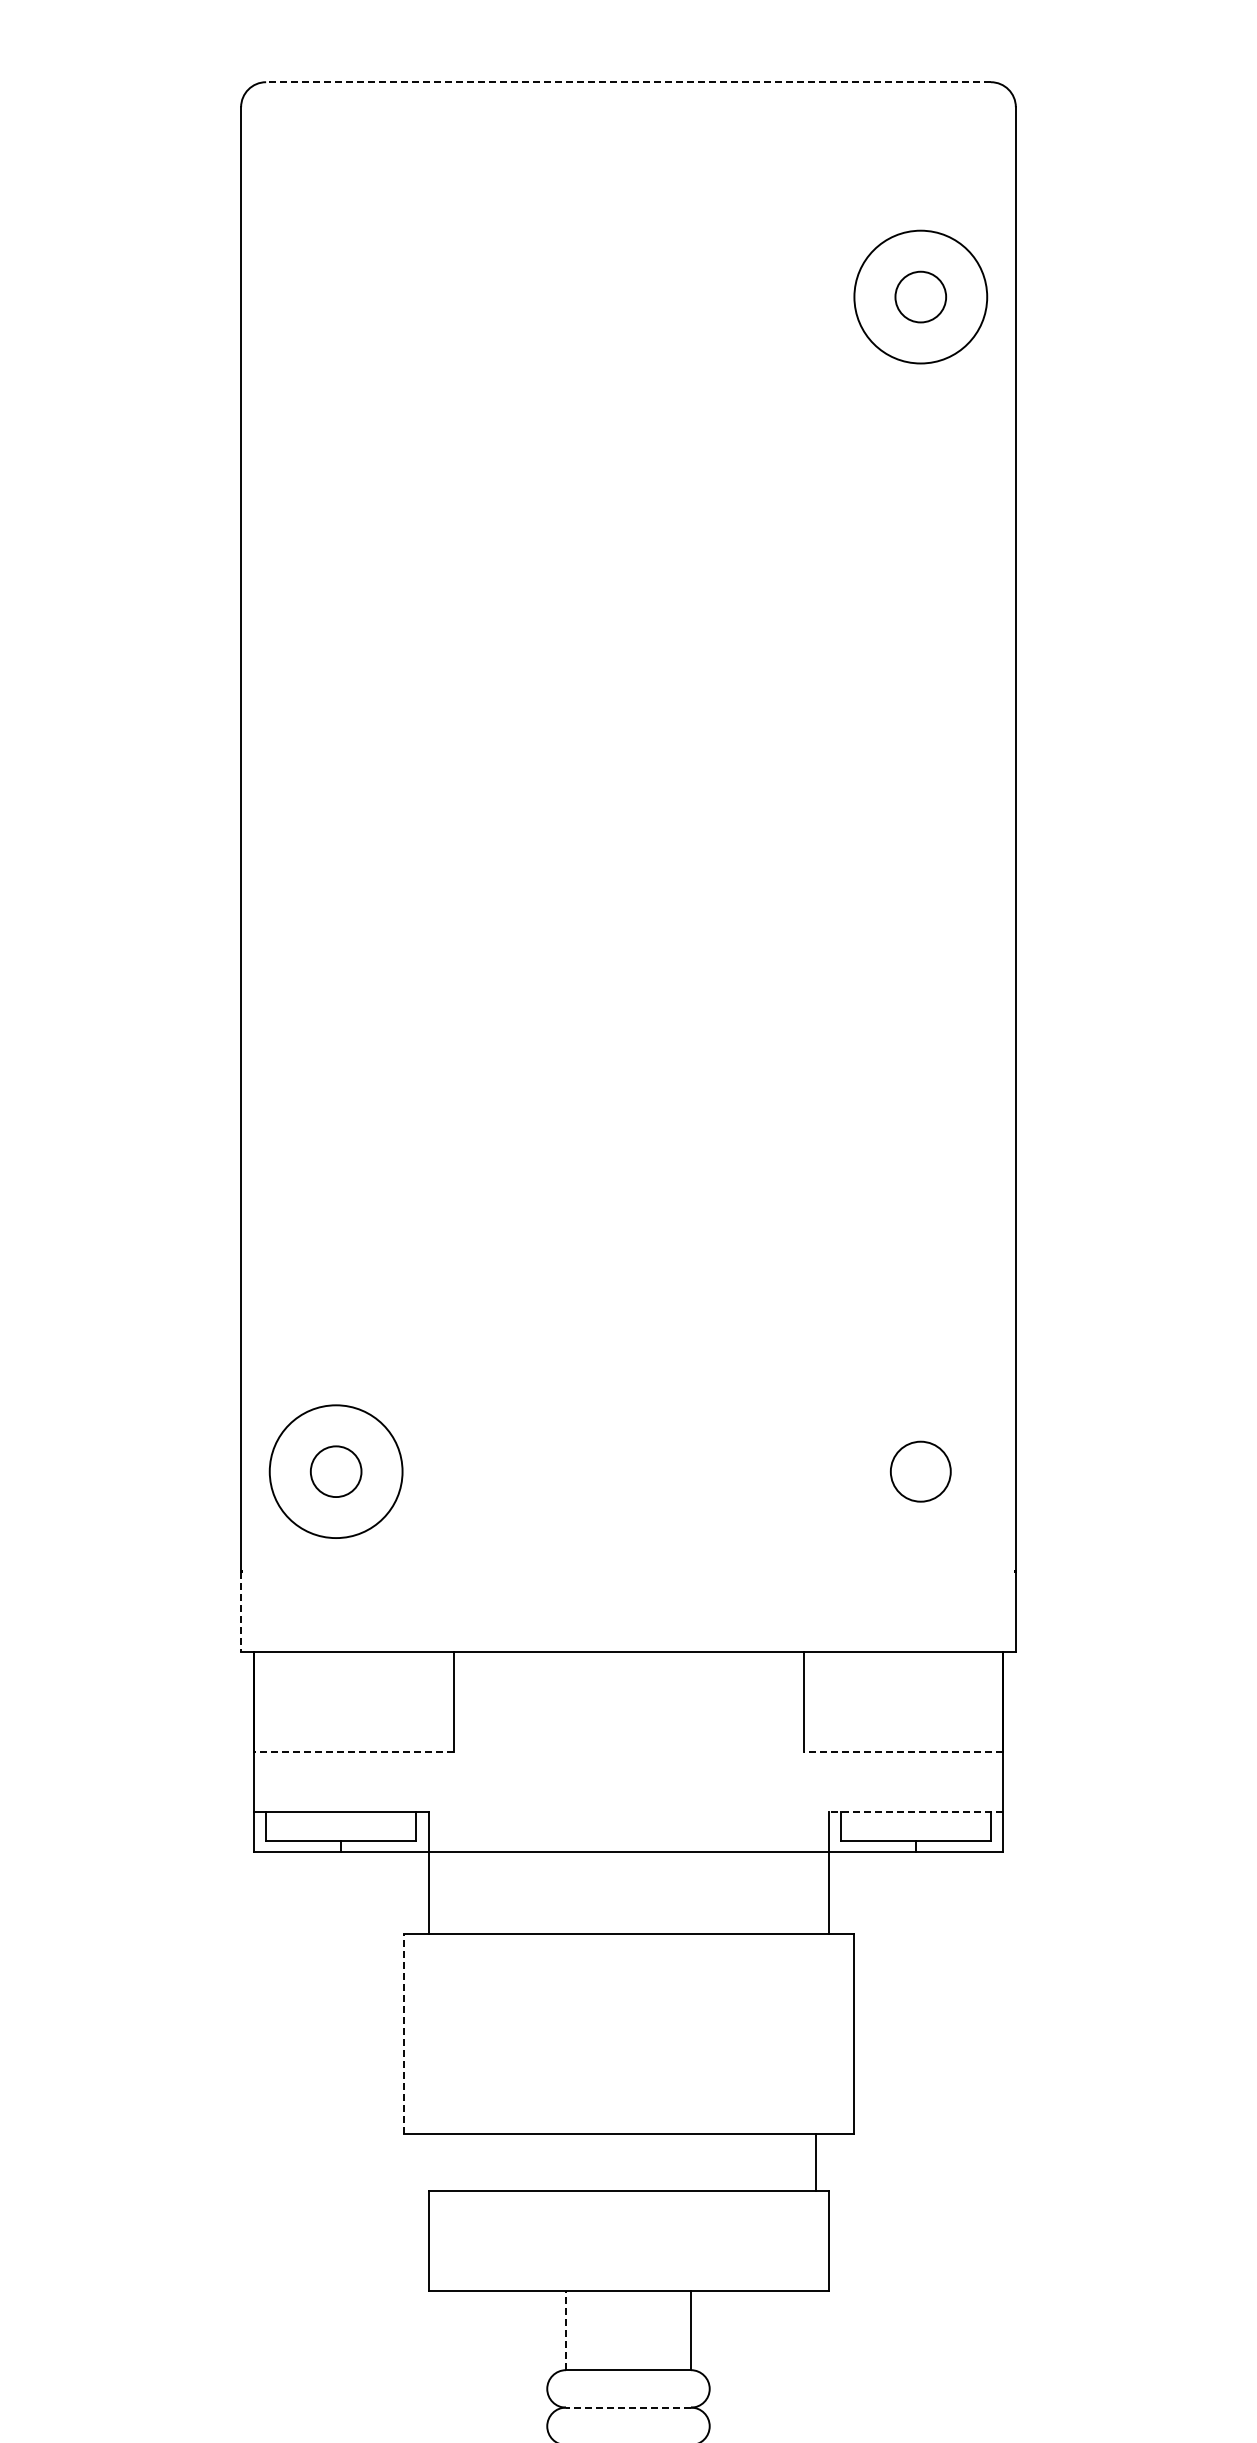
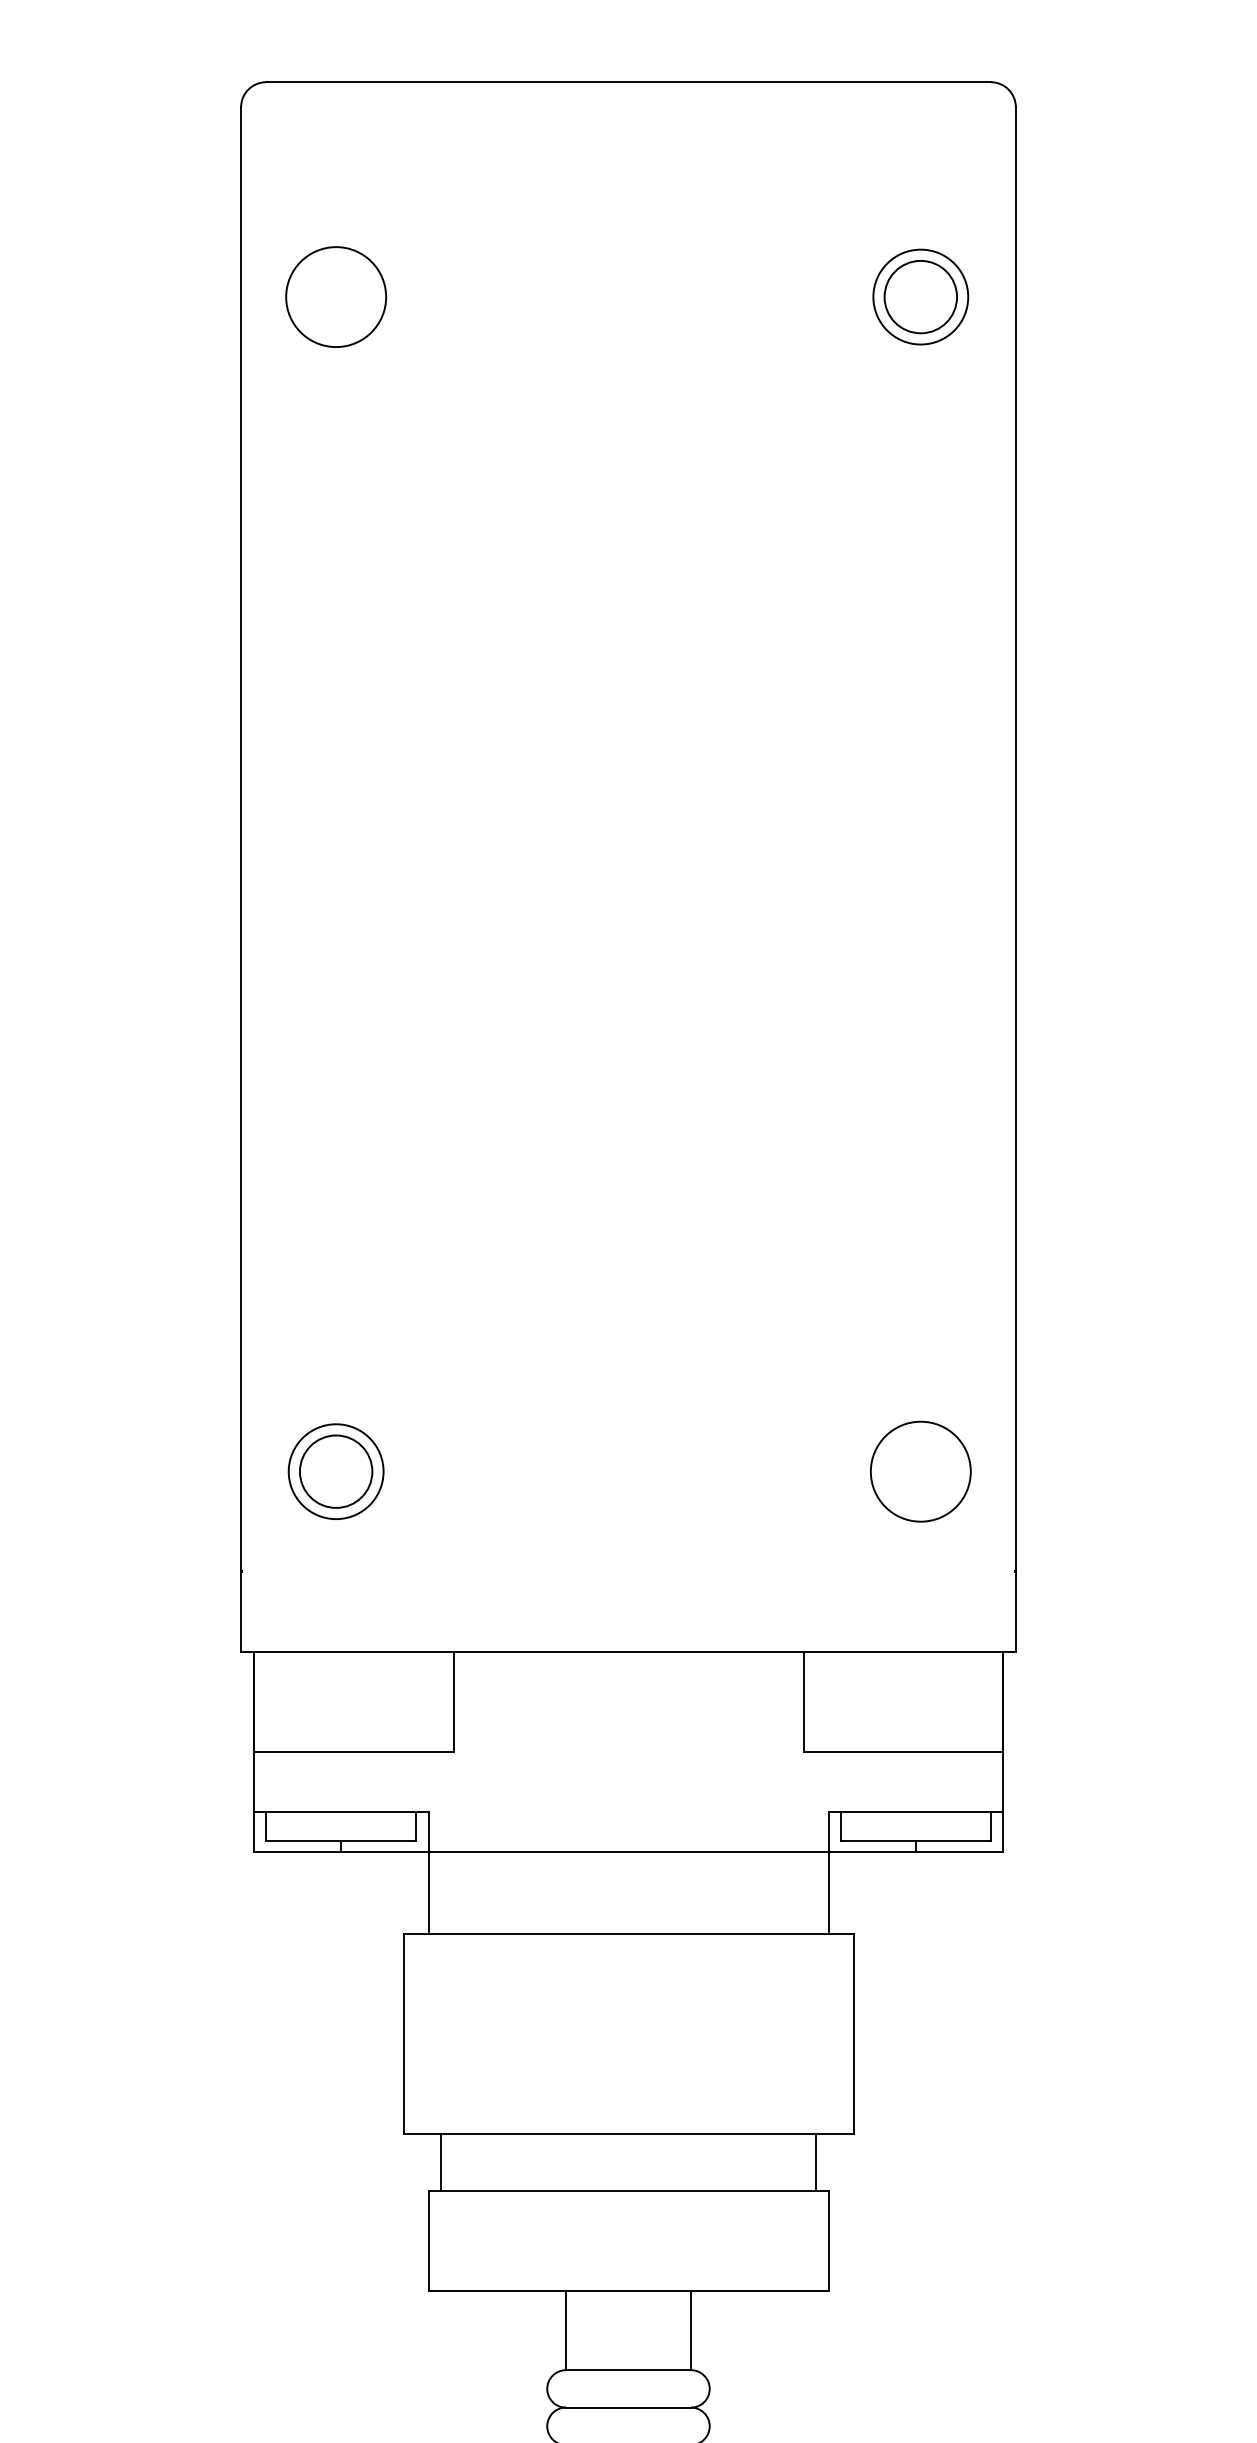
line at (627, 82): dashed -> solid
circle at (335, 296): none -> present
circle at (920, 296) diameter: 133 px -> 95 px
circle at (920, 296) diameter: 51 px -> 72 px
circle at (335, 1471) diameter: 133 px -> 95 px
circle at (335, 1471) diameter: 51 px -> 72 px
circle at (920, 1471) diameter: 60 px -> 100 px
line at (241, 1611): dashed -> solid
line at (353, 1751): dashed -> solid
line at (903, 1751): dashed -> solid
line at (915, 1811): dashed -> solid
line at (403, 2033): dashed -> solid
line at (441, 2162): none -> present
line at (566, 2330): dashed -> solid
line at (627, 2407): dashed -> solid
